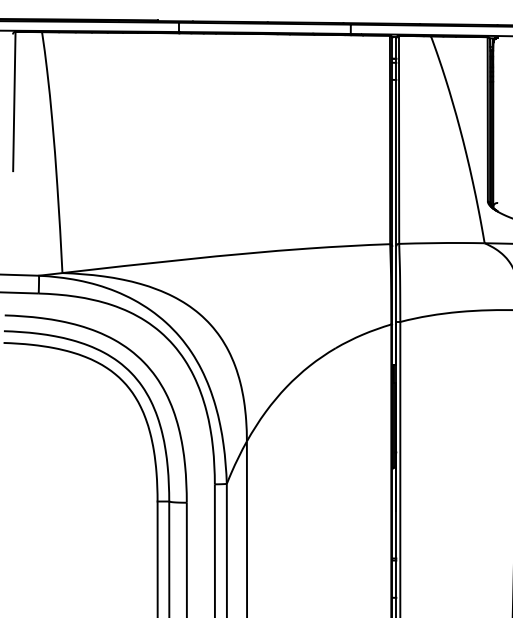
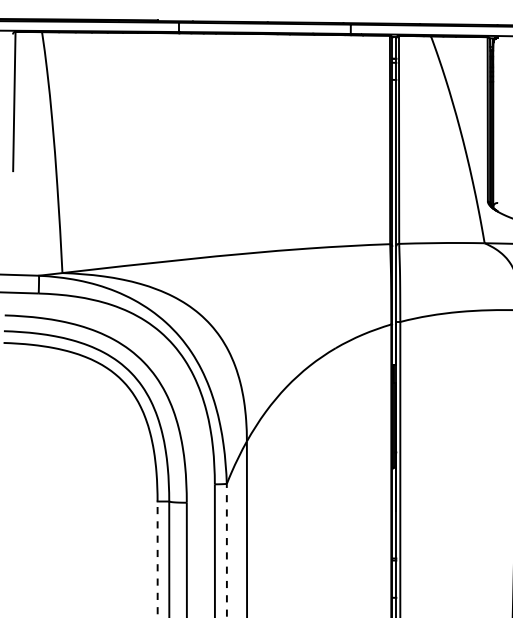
arc at (226, 550): solid -> dashed
arc at (157, 559): solid -> dashed
